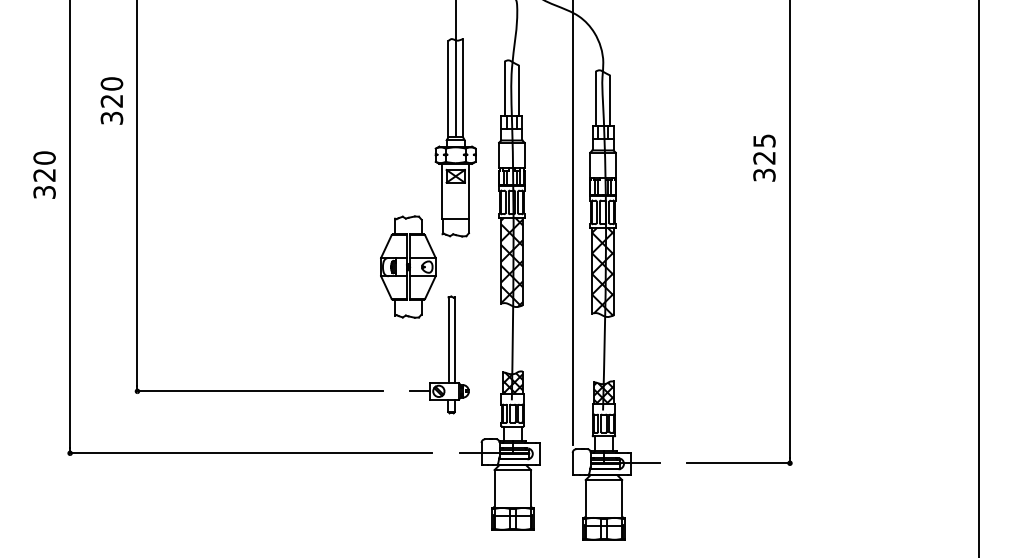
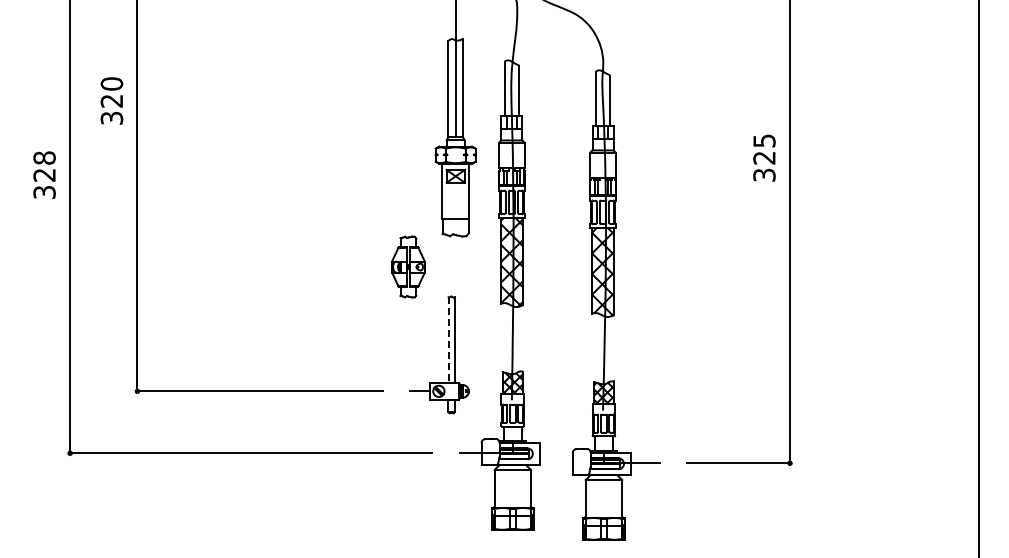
text at (44, 157): 320 -> 328
line at (573, 223): present -> none
part at (408, 266) size: 57x104 px -> 35x64 px
line at (448, 340): solid -> dashed
